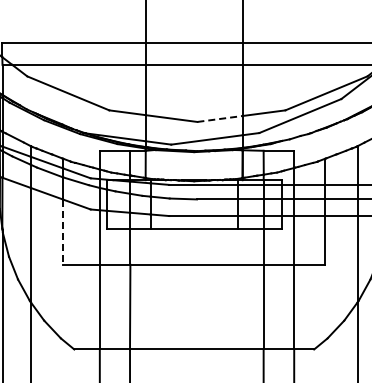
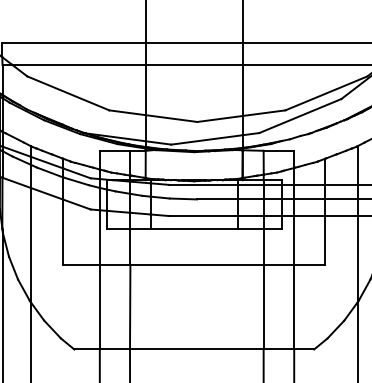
line at (220, 118): dashed -> solid
line at (63, 232): dashed -> solid
